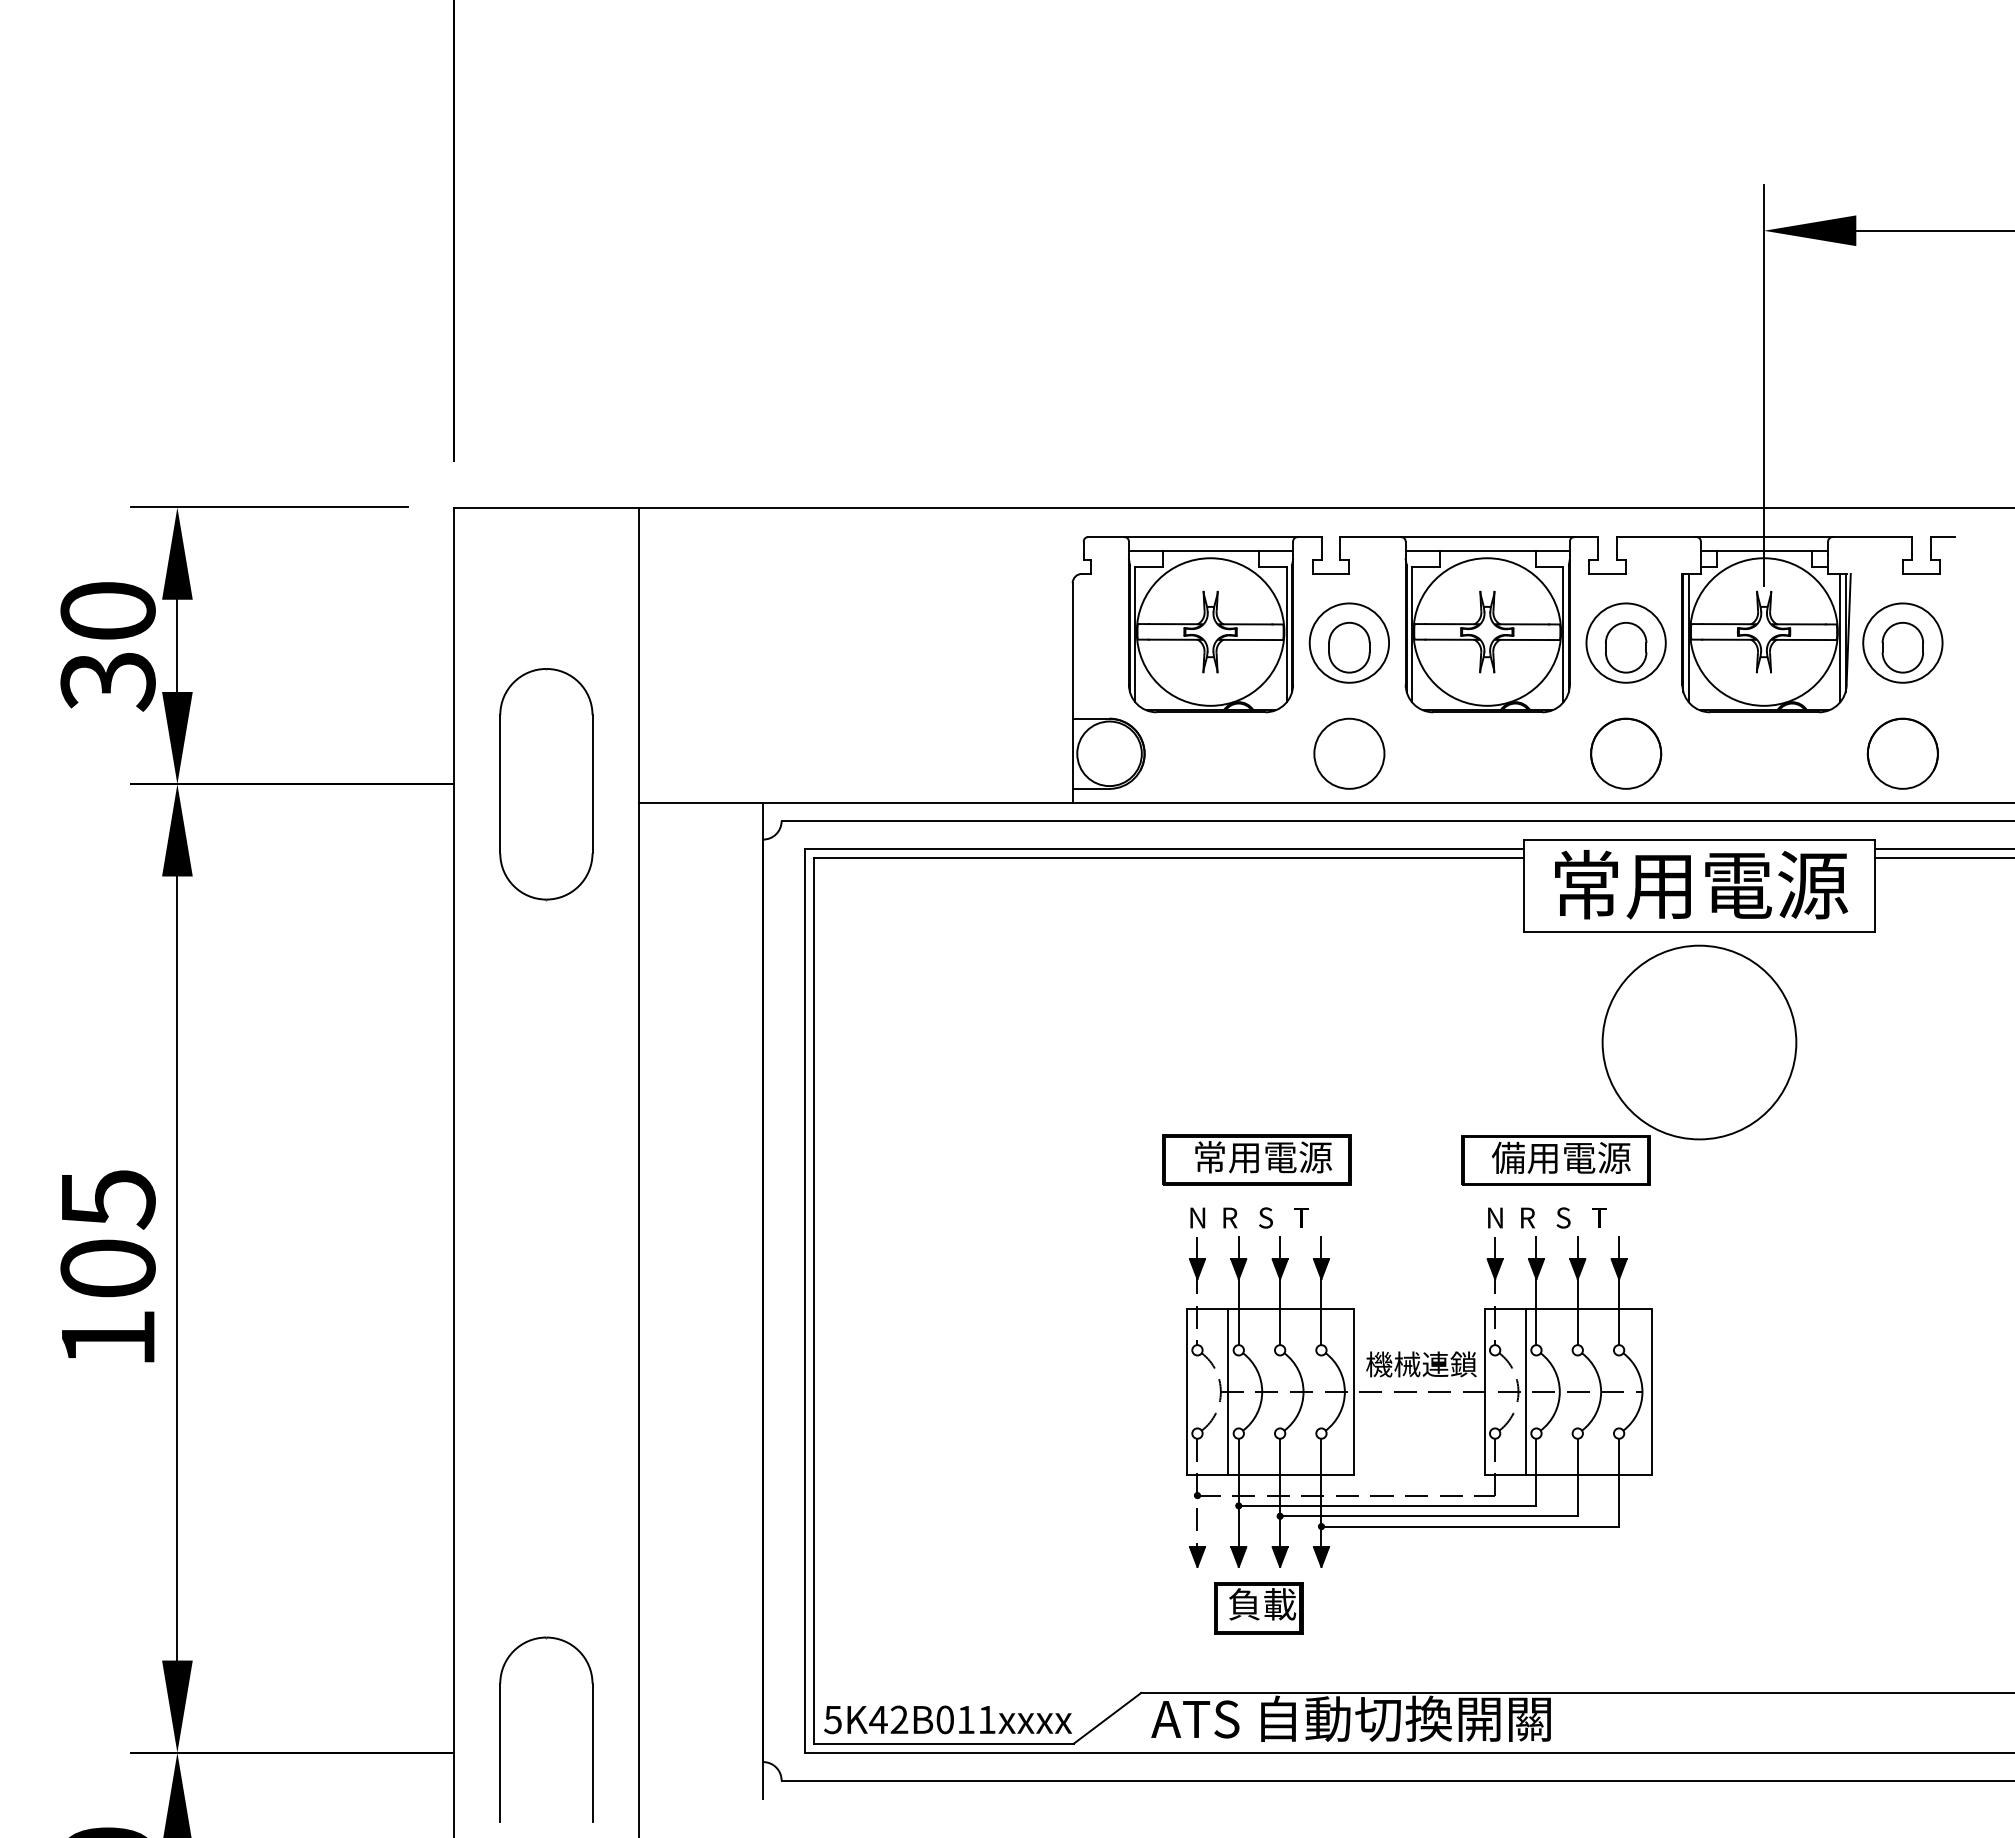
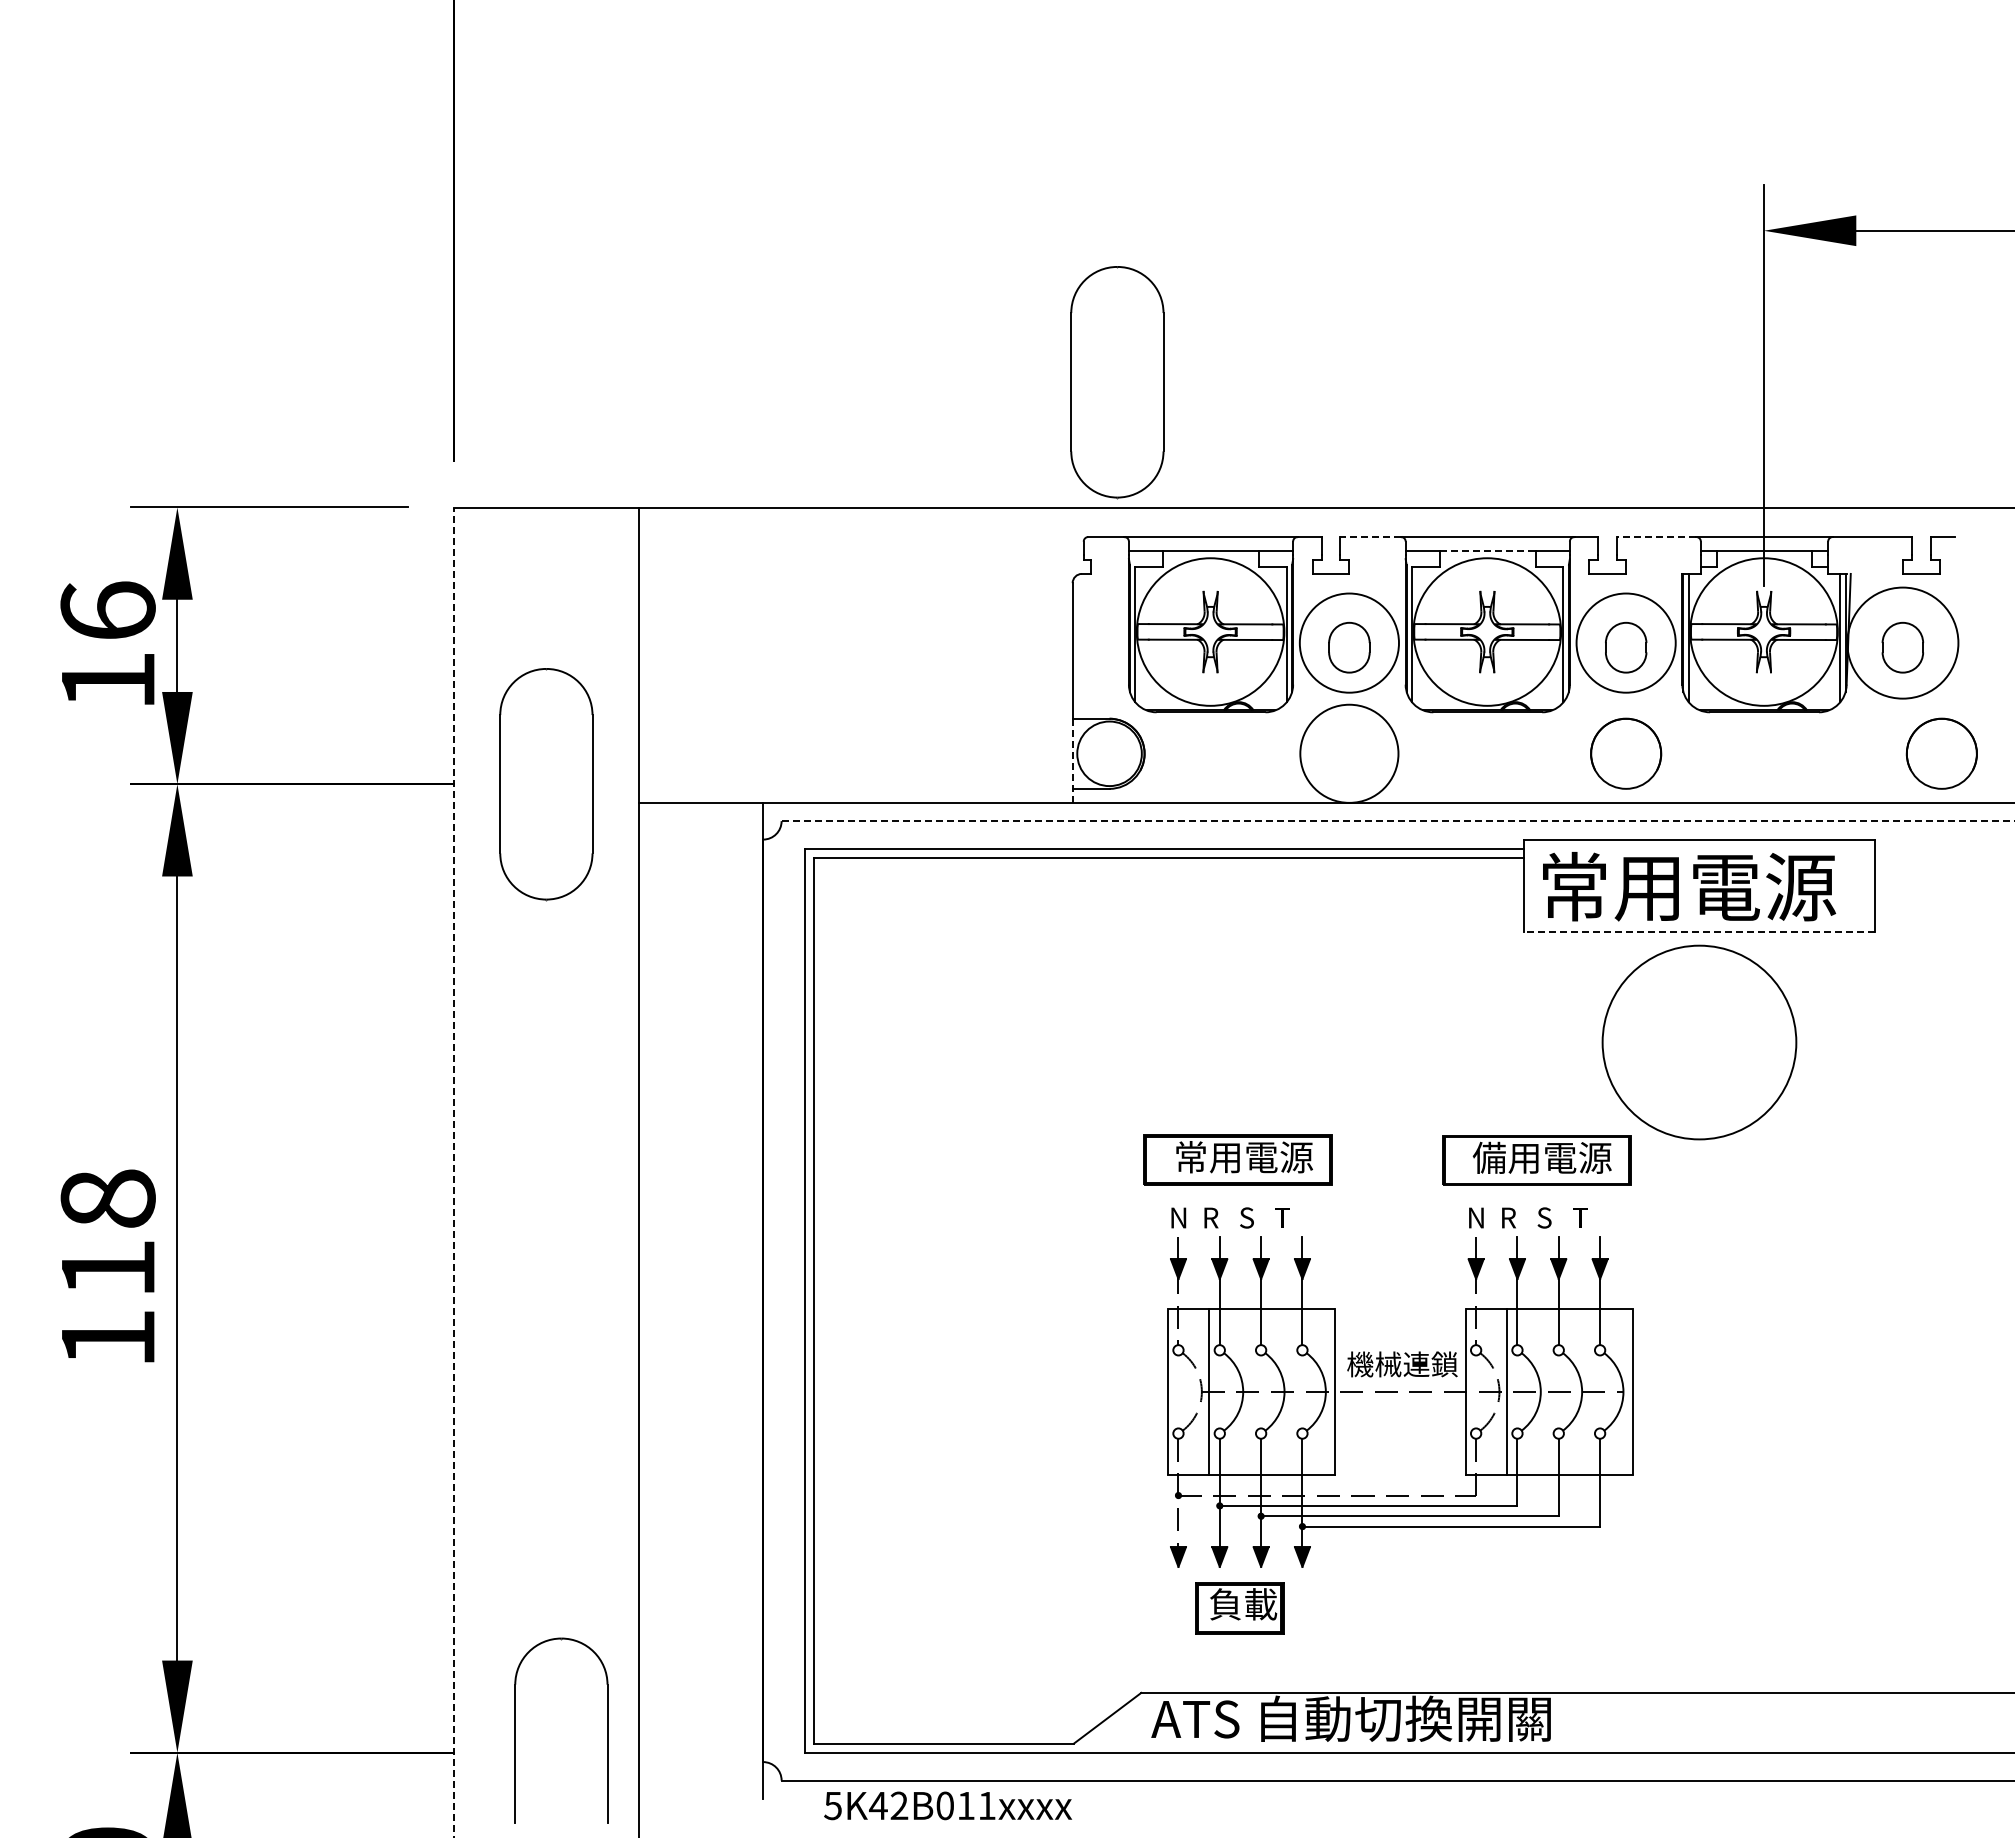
part at (1117, 382): none -> present
line at (1370, 537): solid -> dashed
line at (1656, 537): solid -> dashed
line at (1487, 550): solid -> dashed
circle at (1349, 642) diameter: 79 px -> 99 px
circle at (1625, 642) diameter: 79 px -> 99 px
circle at (1902, 642) diameter: 79 px -> 111 px
text at (107, 646): 30 -> 16
circle at (1349, 753) diameter: 70 px -> 98 px
circle at (1902, 753) position: (1902, 753) -> (1941, 753)
line at (1072, 760): solid -> dashed
line at (1398, 821): solid -> dashed
line at (1942, 848): present -> none
line at (1942, 858): present -> none
text at (1701, 884) position: (1701, 884) -> (1689, 886)
line at (1698, 931): solid -> dashed
line at (454, 1172): solid -> dashed
text at (107, 1233): 105 -> 118
part at (1407, 1391) position: (1407, 1391) -> (1388, 1391)
text at (947, 1719) position: (947, 1719) -> (947, 1805)
part at (500, 1729) position: (500, 1729) -> (515, 1730)
